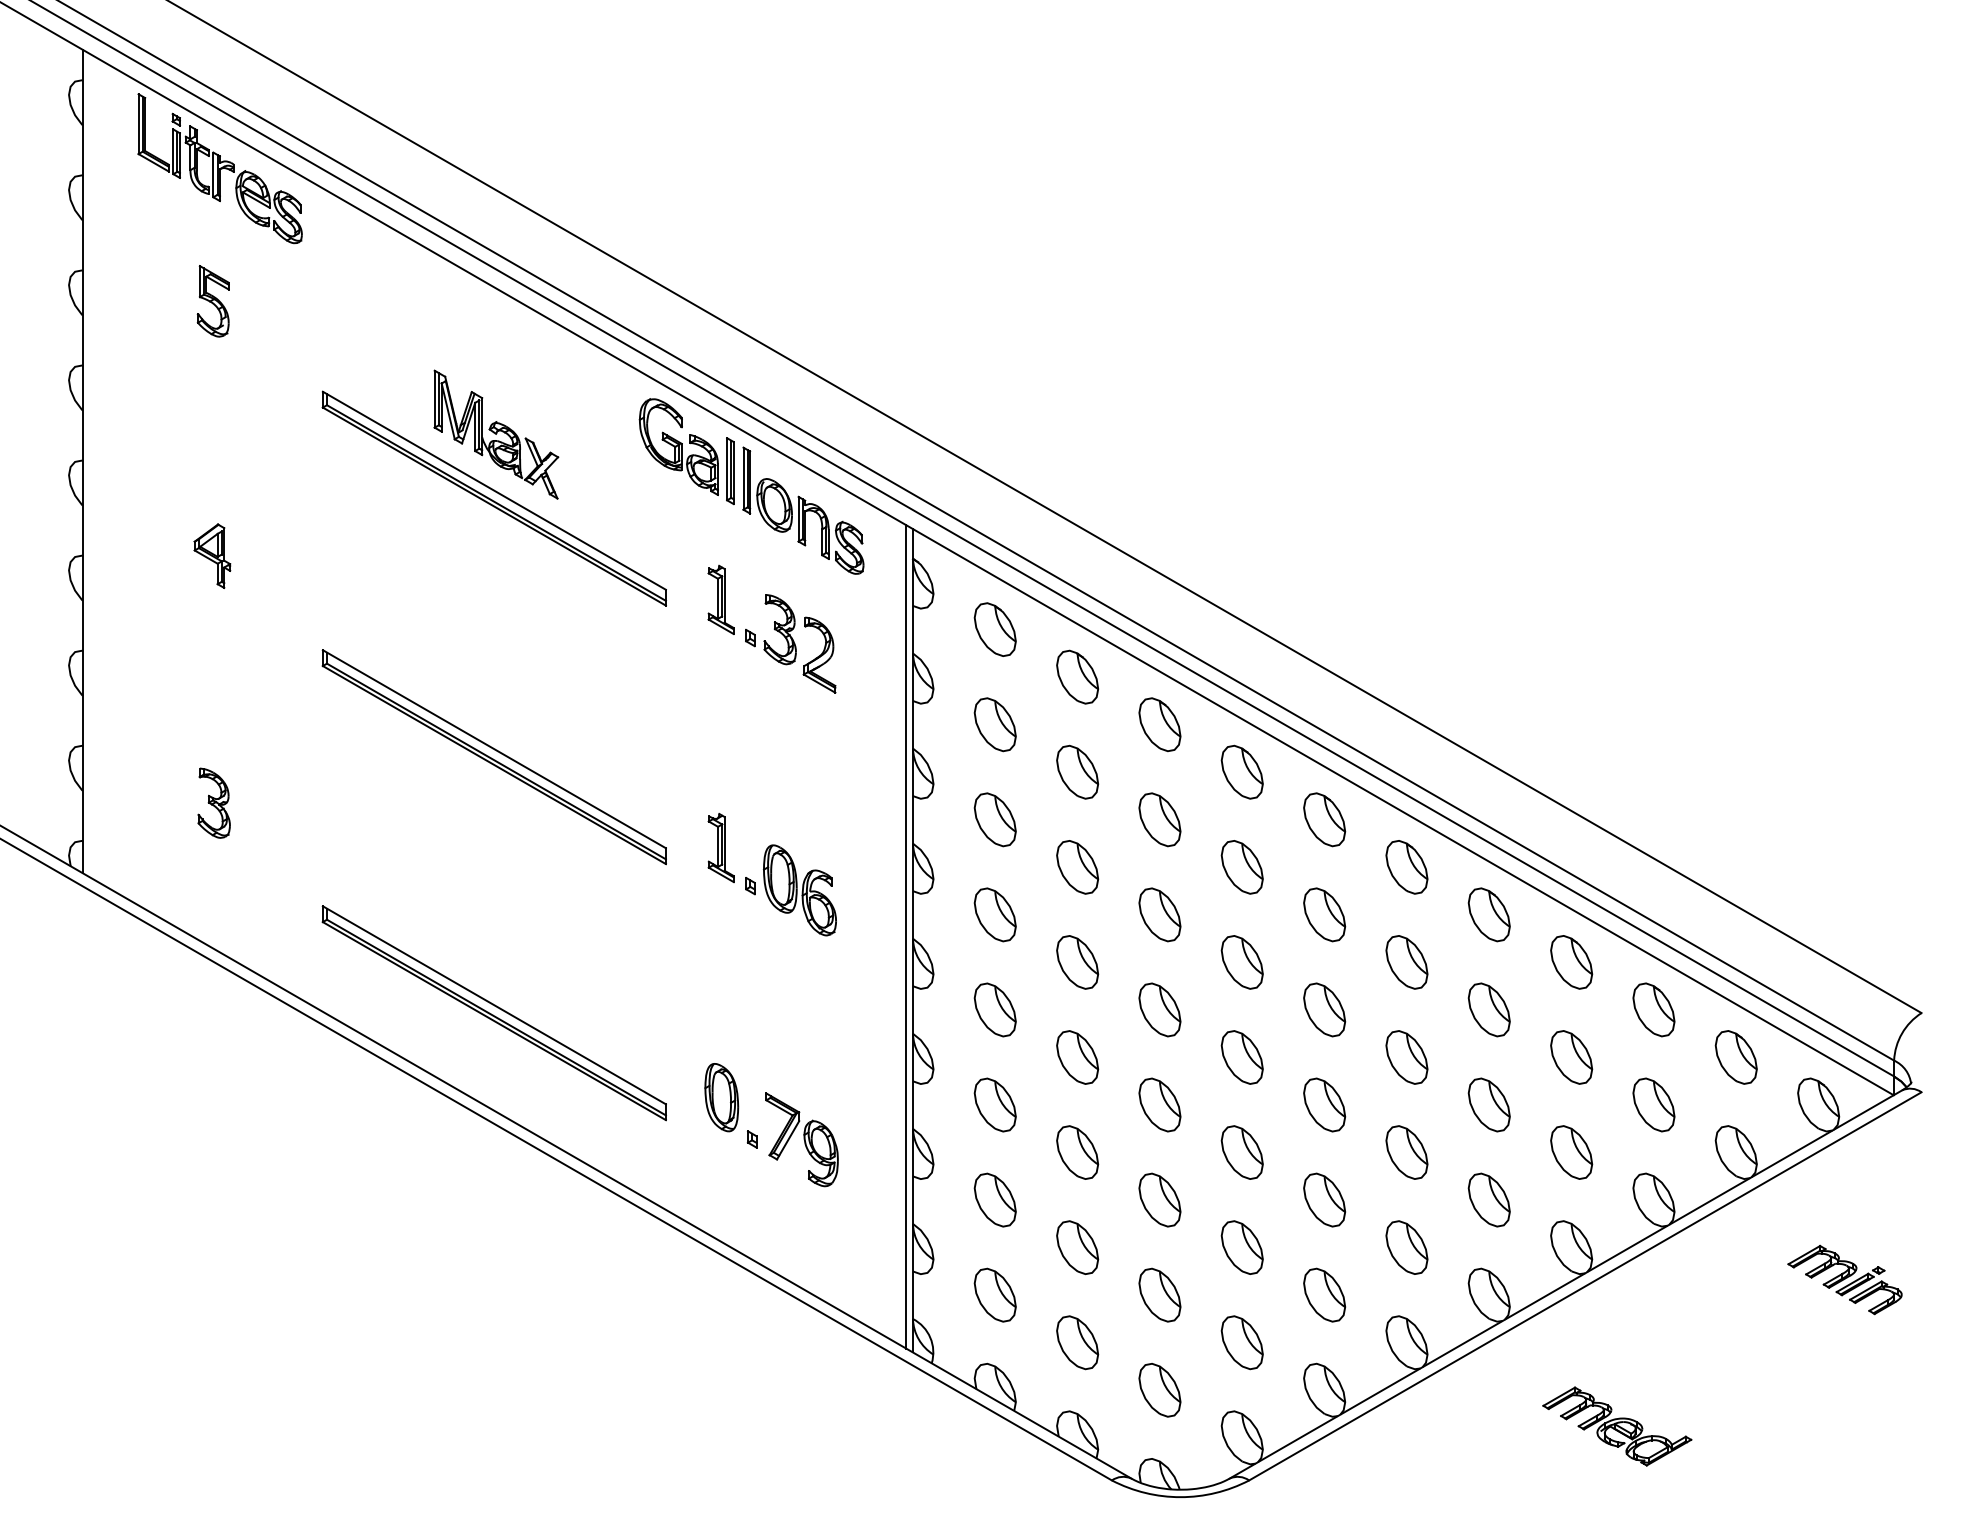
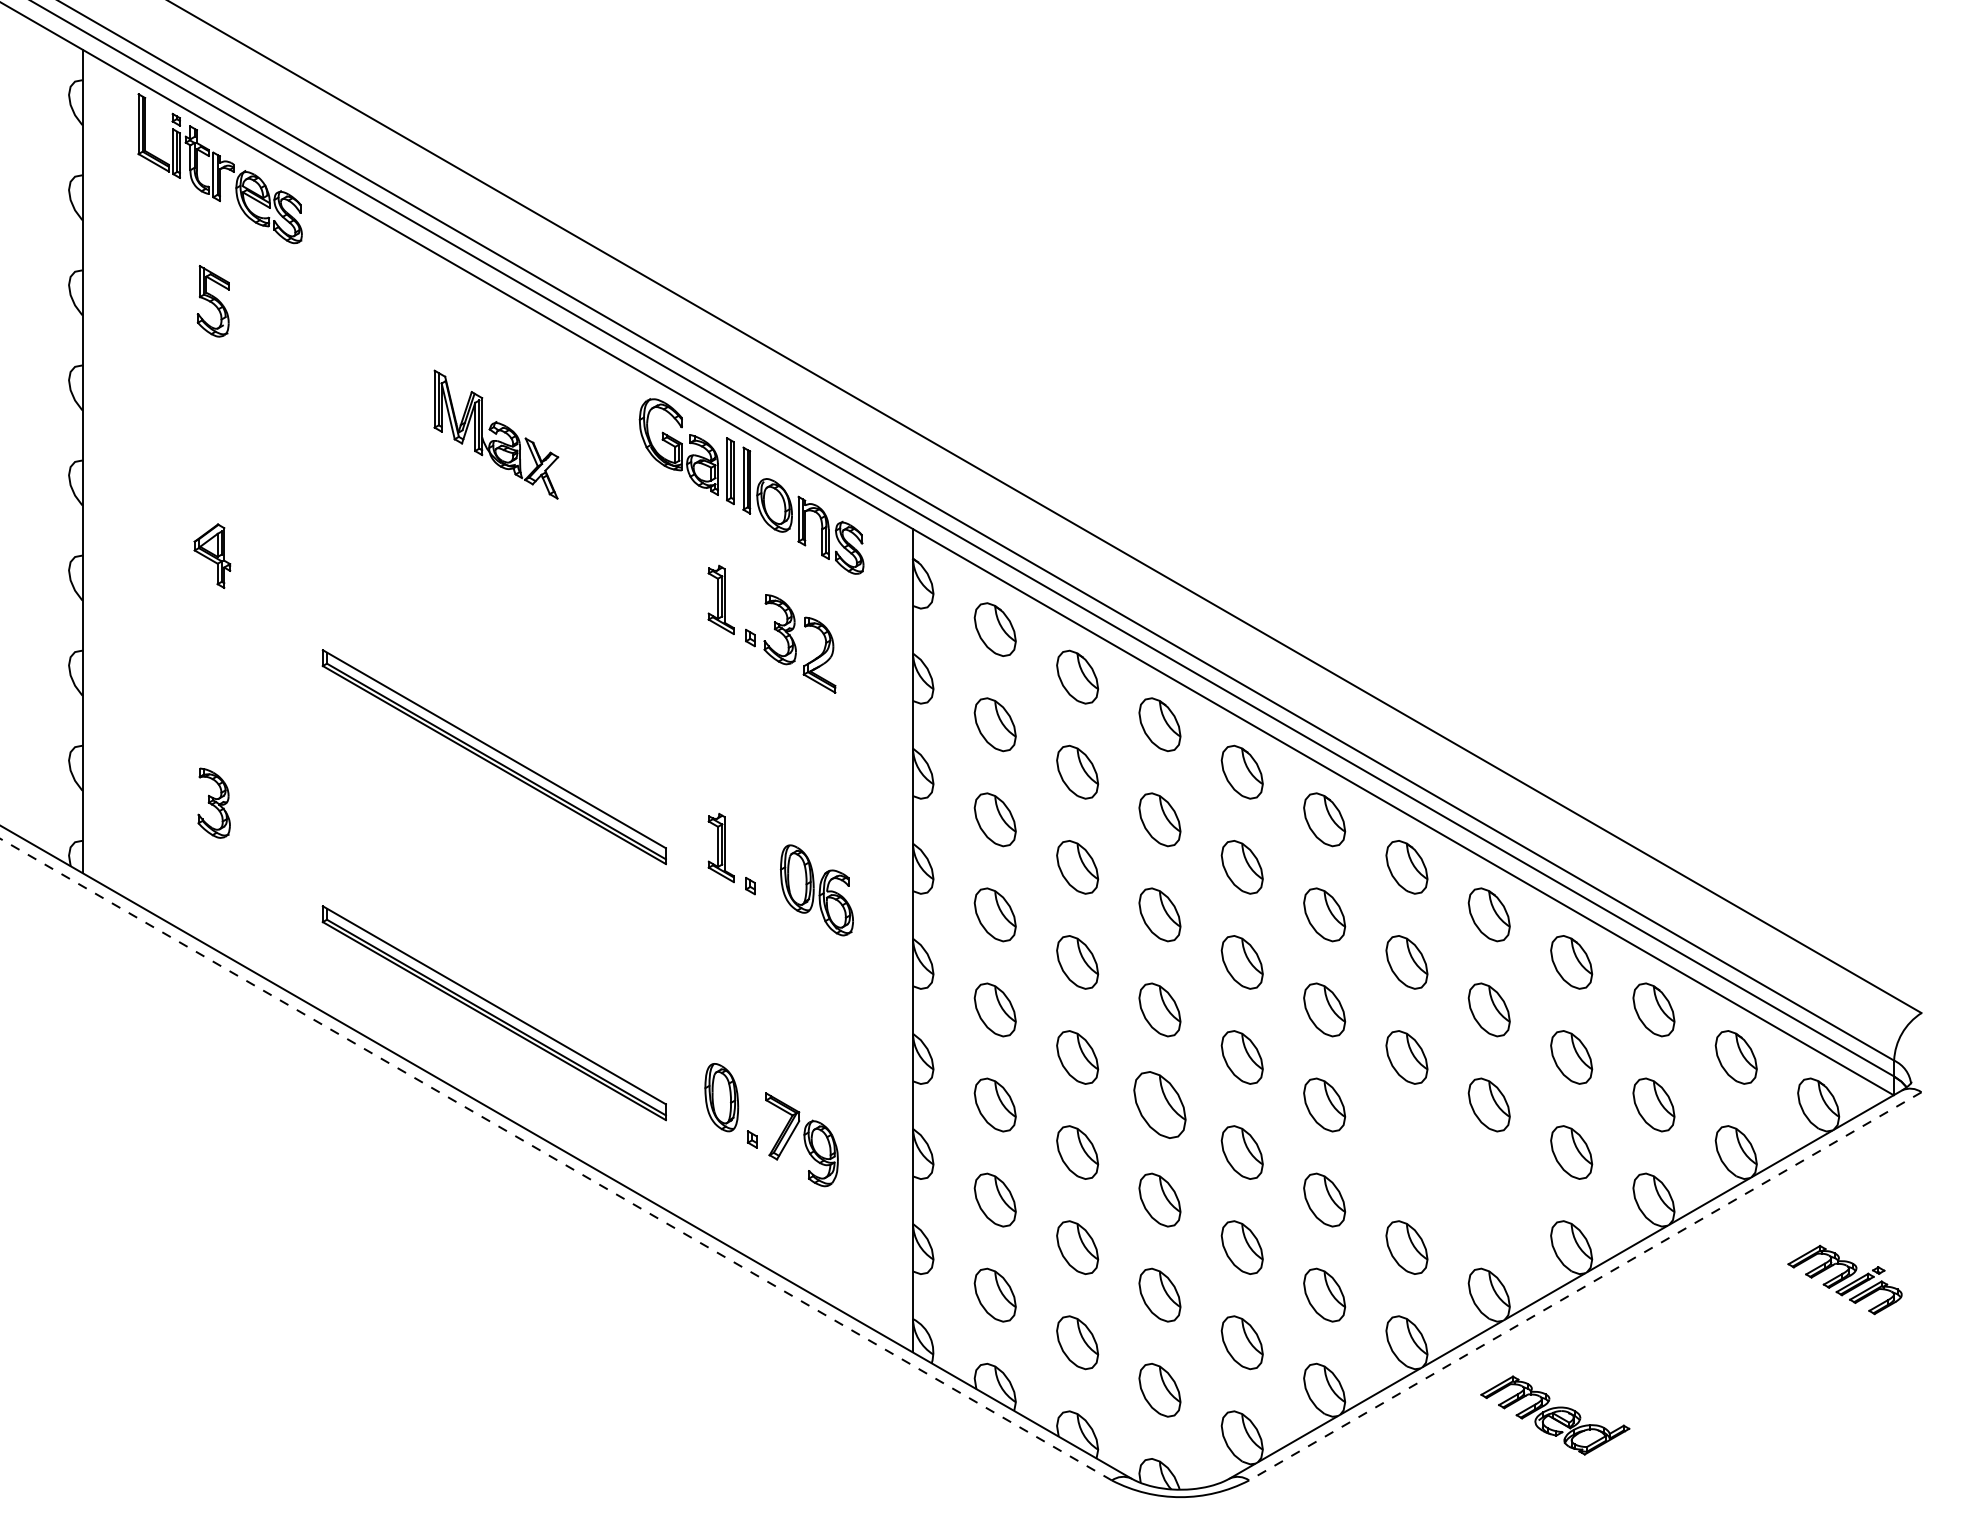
part at (493, 498): present -> none
part at (799, 890) position: (799, 890) -> (816, 890)
line at (906, 936): present -> none
part at (1159, 1104) size: 44x56 px -> 54x68 px
part at (1406, 1152): present -> none
line at (555, 1159): solid -> dashed
part at (1488, 1199): present -> none
line at (1584, 1286): solid -> dashed
part at (1617, 1426) position: (1617, 1426) -> (1555, 1415)
